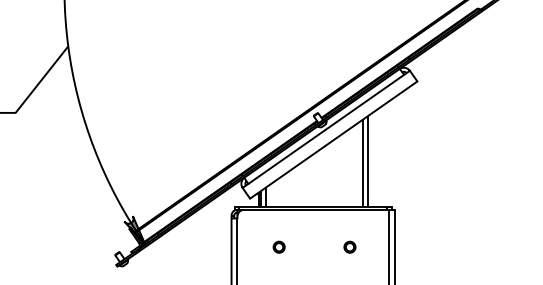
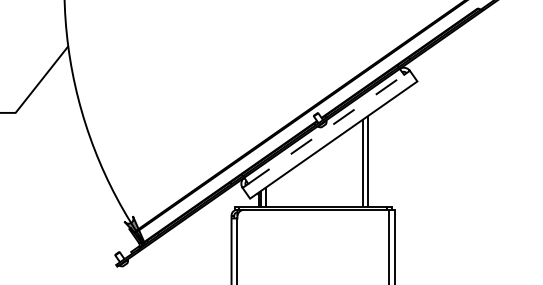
line at (326, 129): solid -> dashed
part at (278, 246): present -> none
part at (349, 246): present -> none
